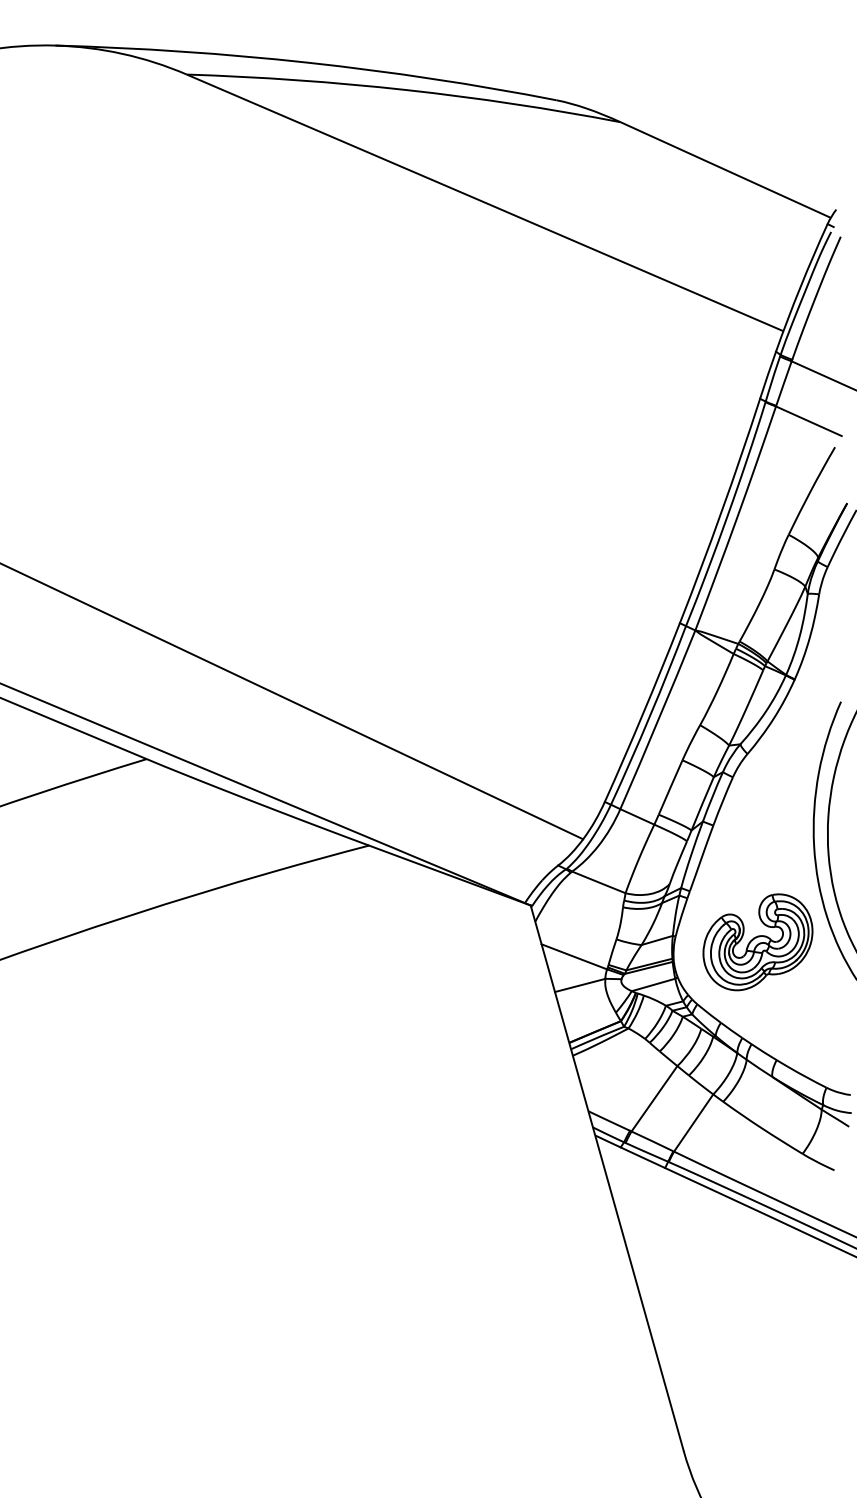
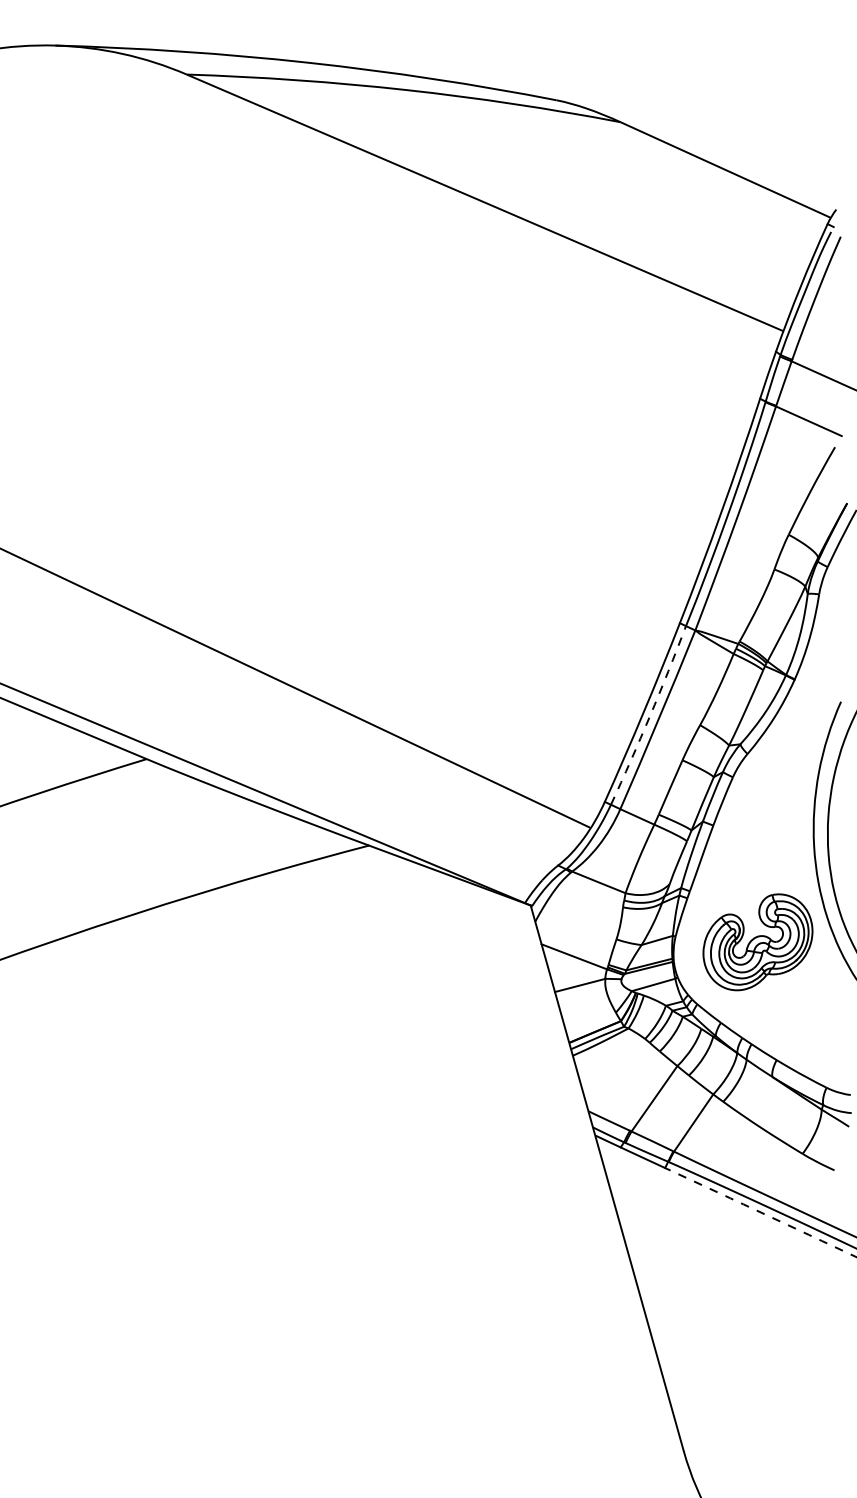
line at (292, 701) position: (292, 701) -> (295, 688)
arc at (650, 716): solid -> dashed
arc at (760, 1212): solid -> dashed
